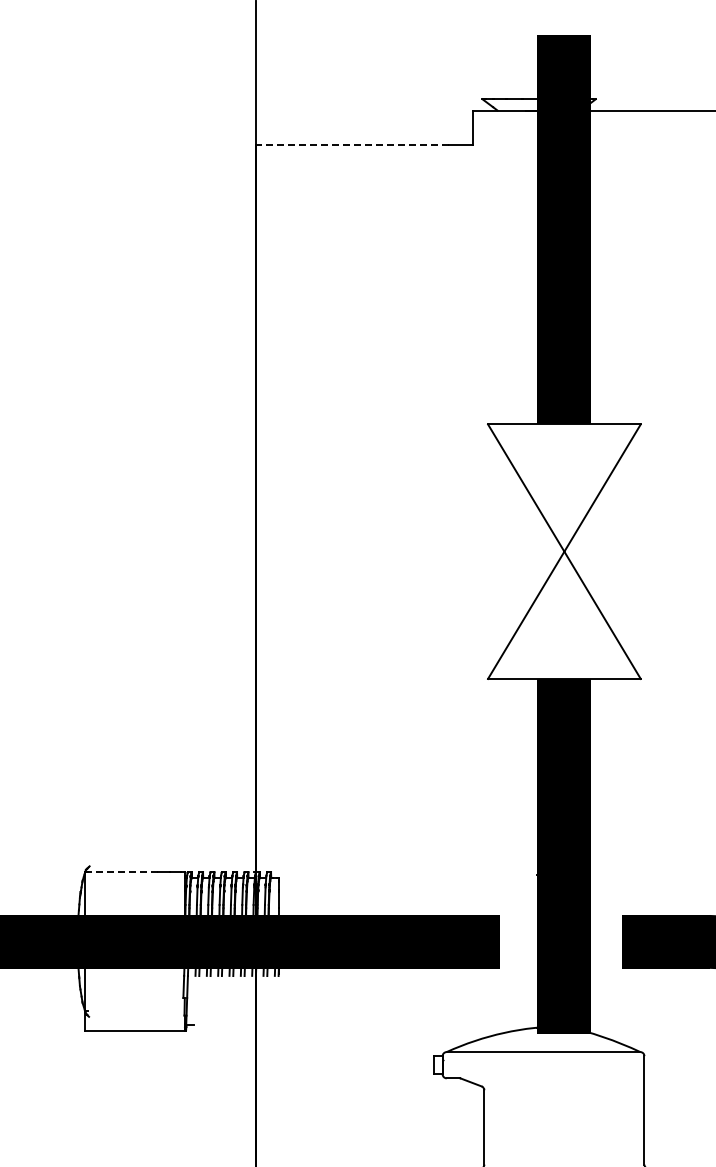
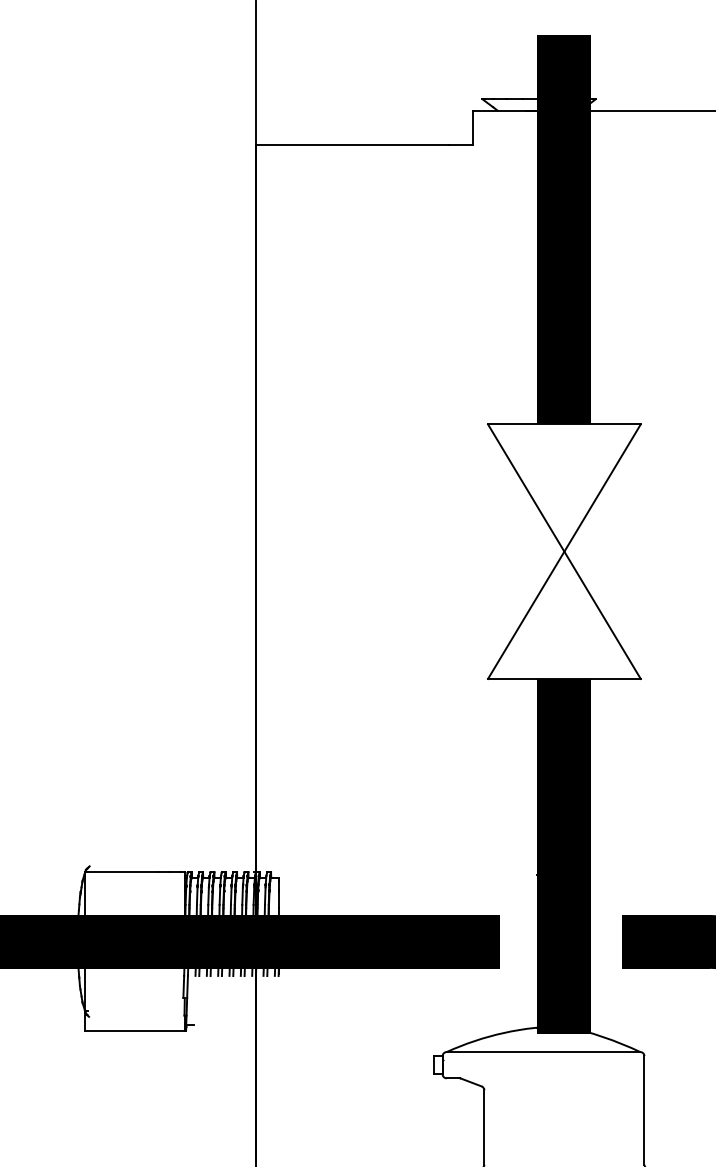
line at (351, 144): dashed -> solid
line at (121, 872): dashed -> solid
